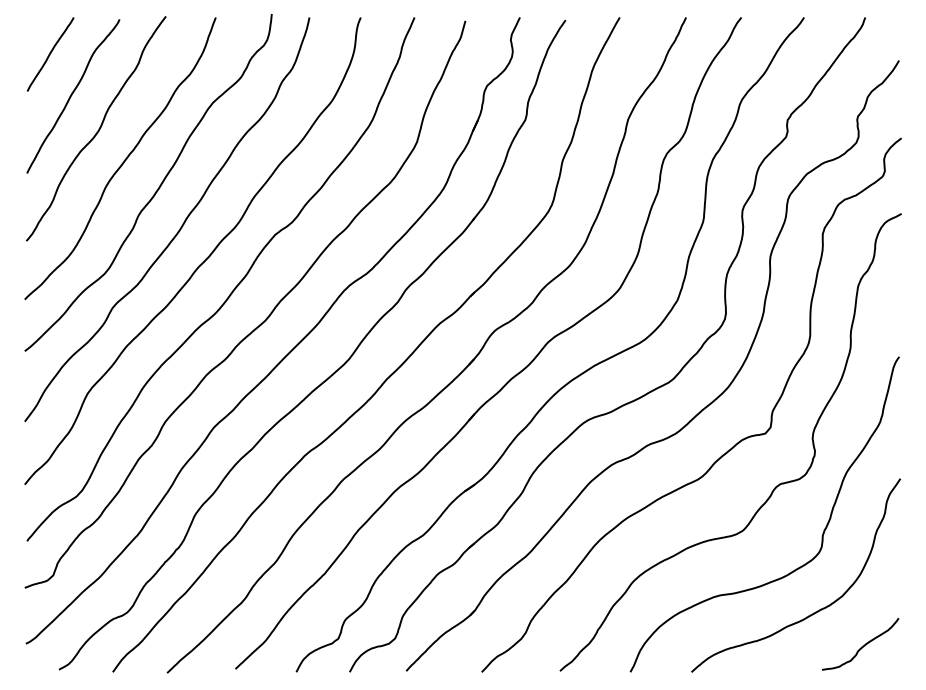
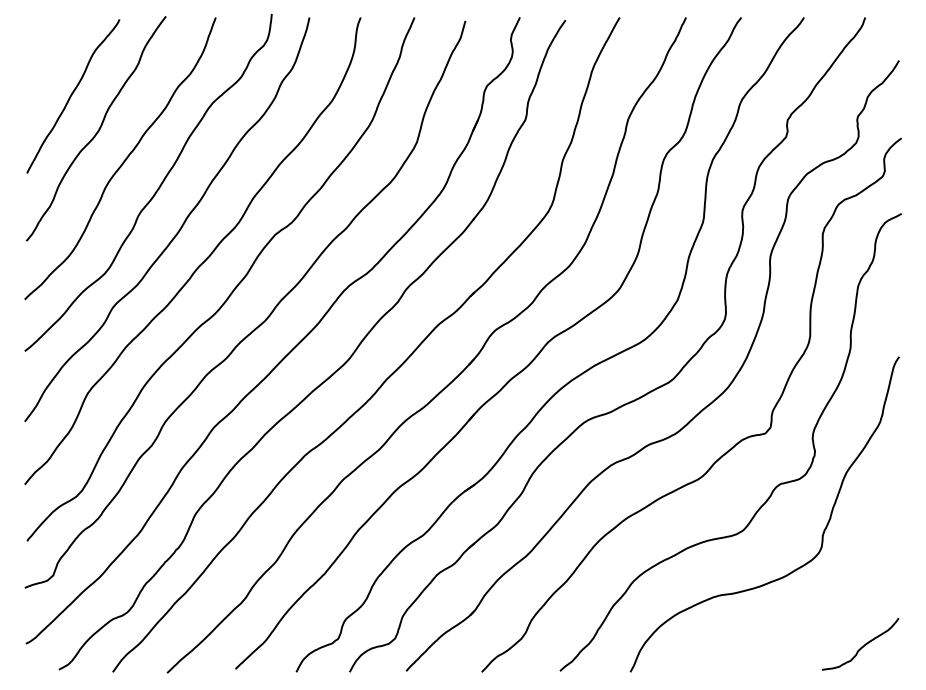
curve at (50, 54): present -> none
curve at (813, 612): present -> none
